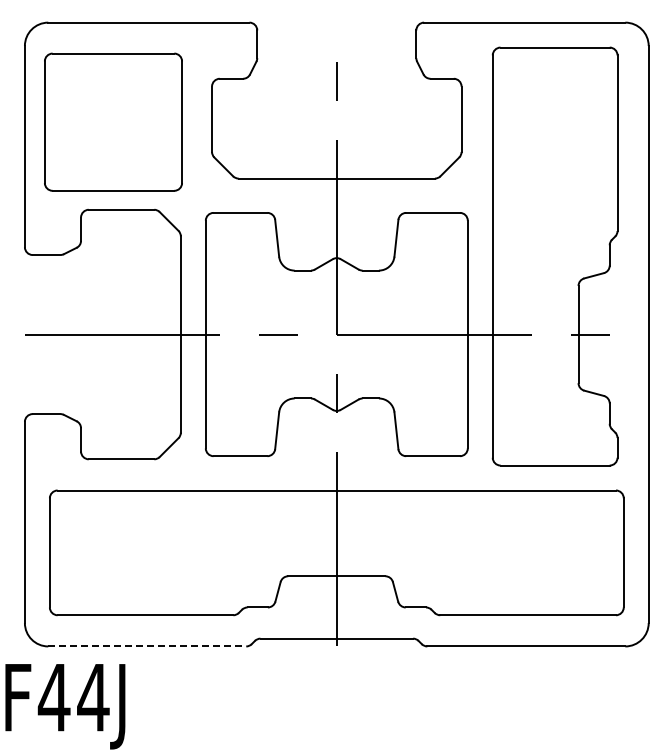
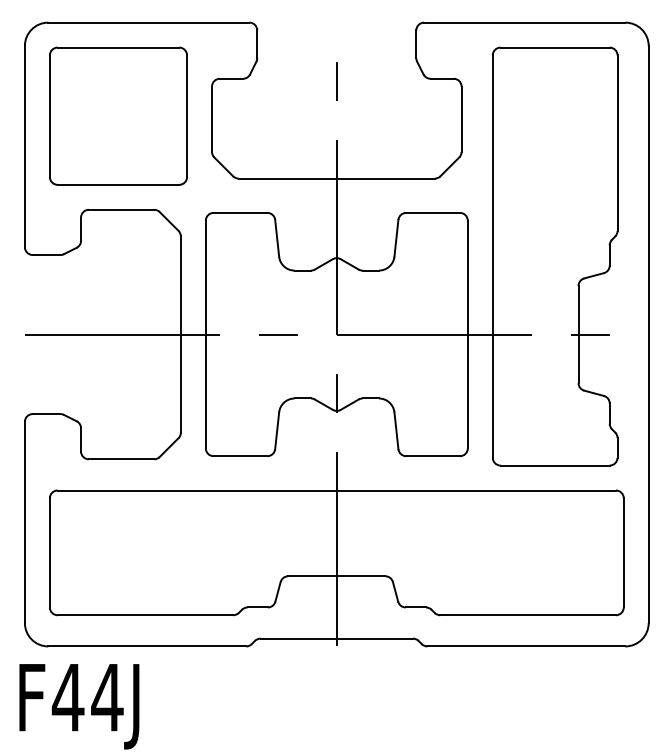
part at (113, 121) position: (113, 121) -> (118, 115)
line at (147, 646): dashed -> solid
text at (65, 706) position: (65, 706) -> (79, 706)
